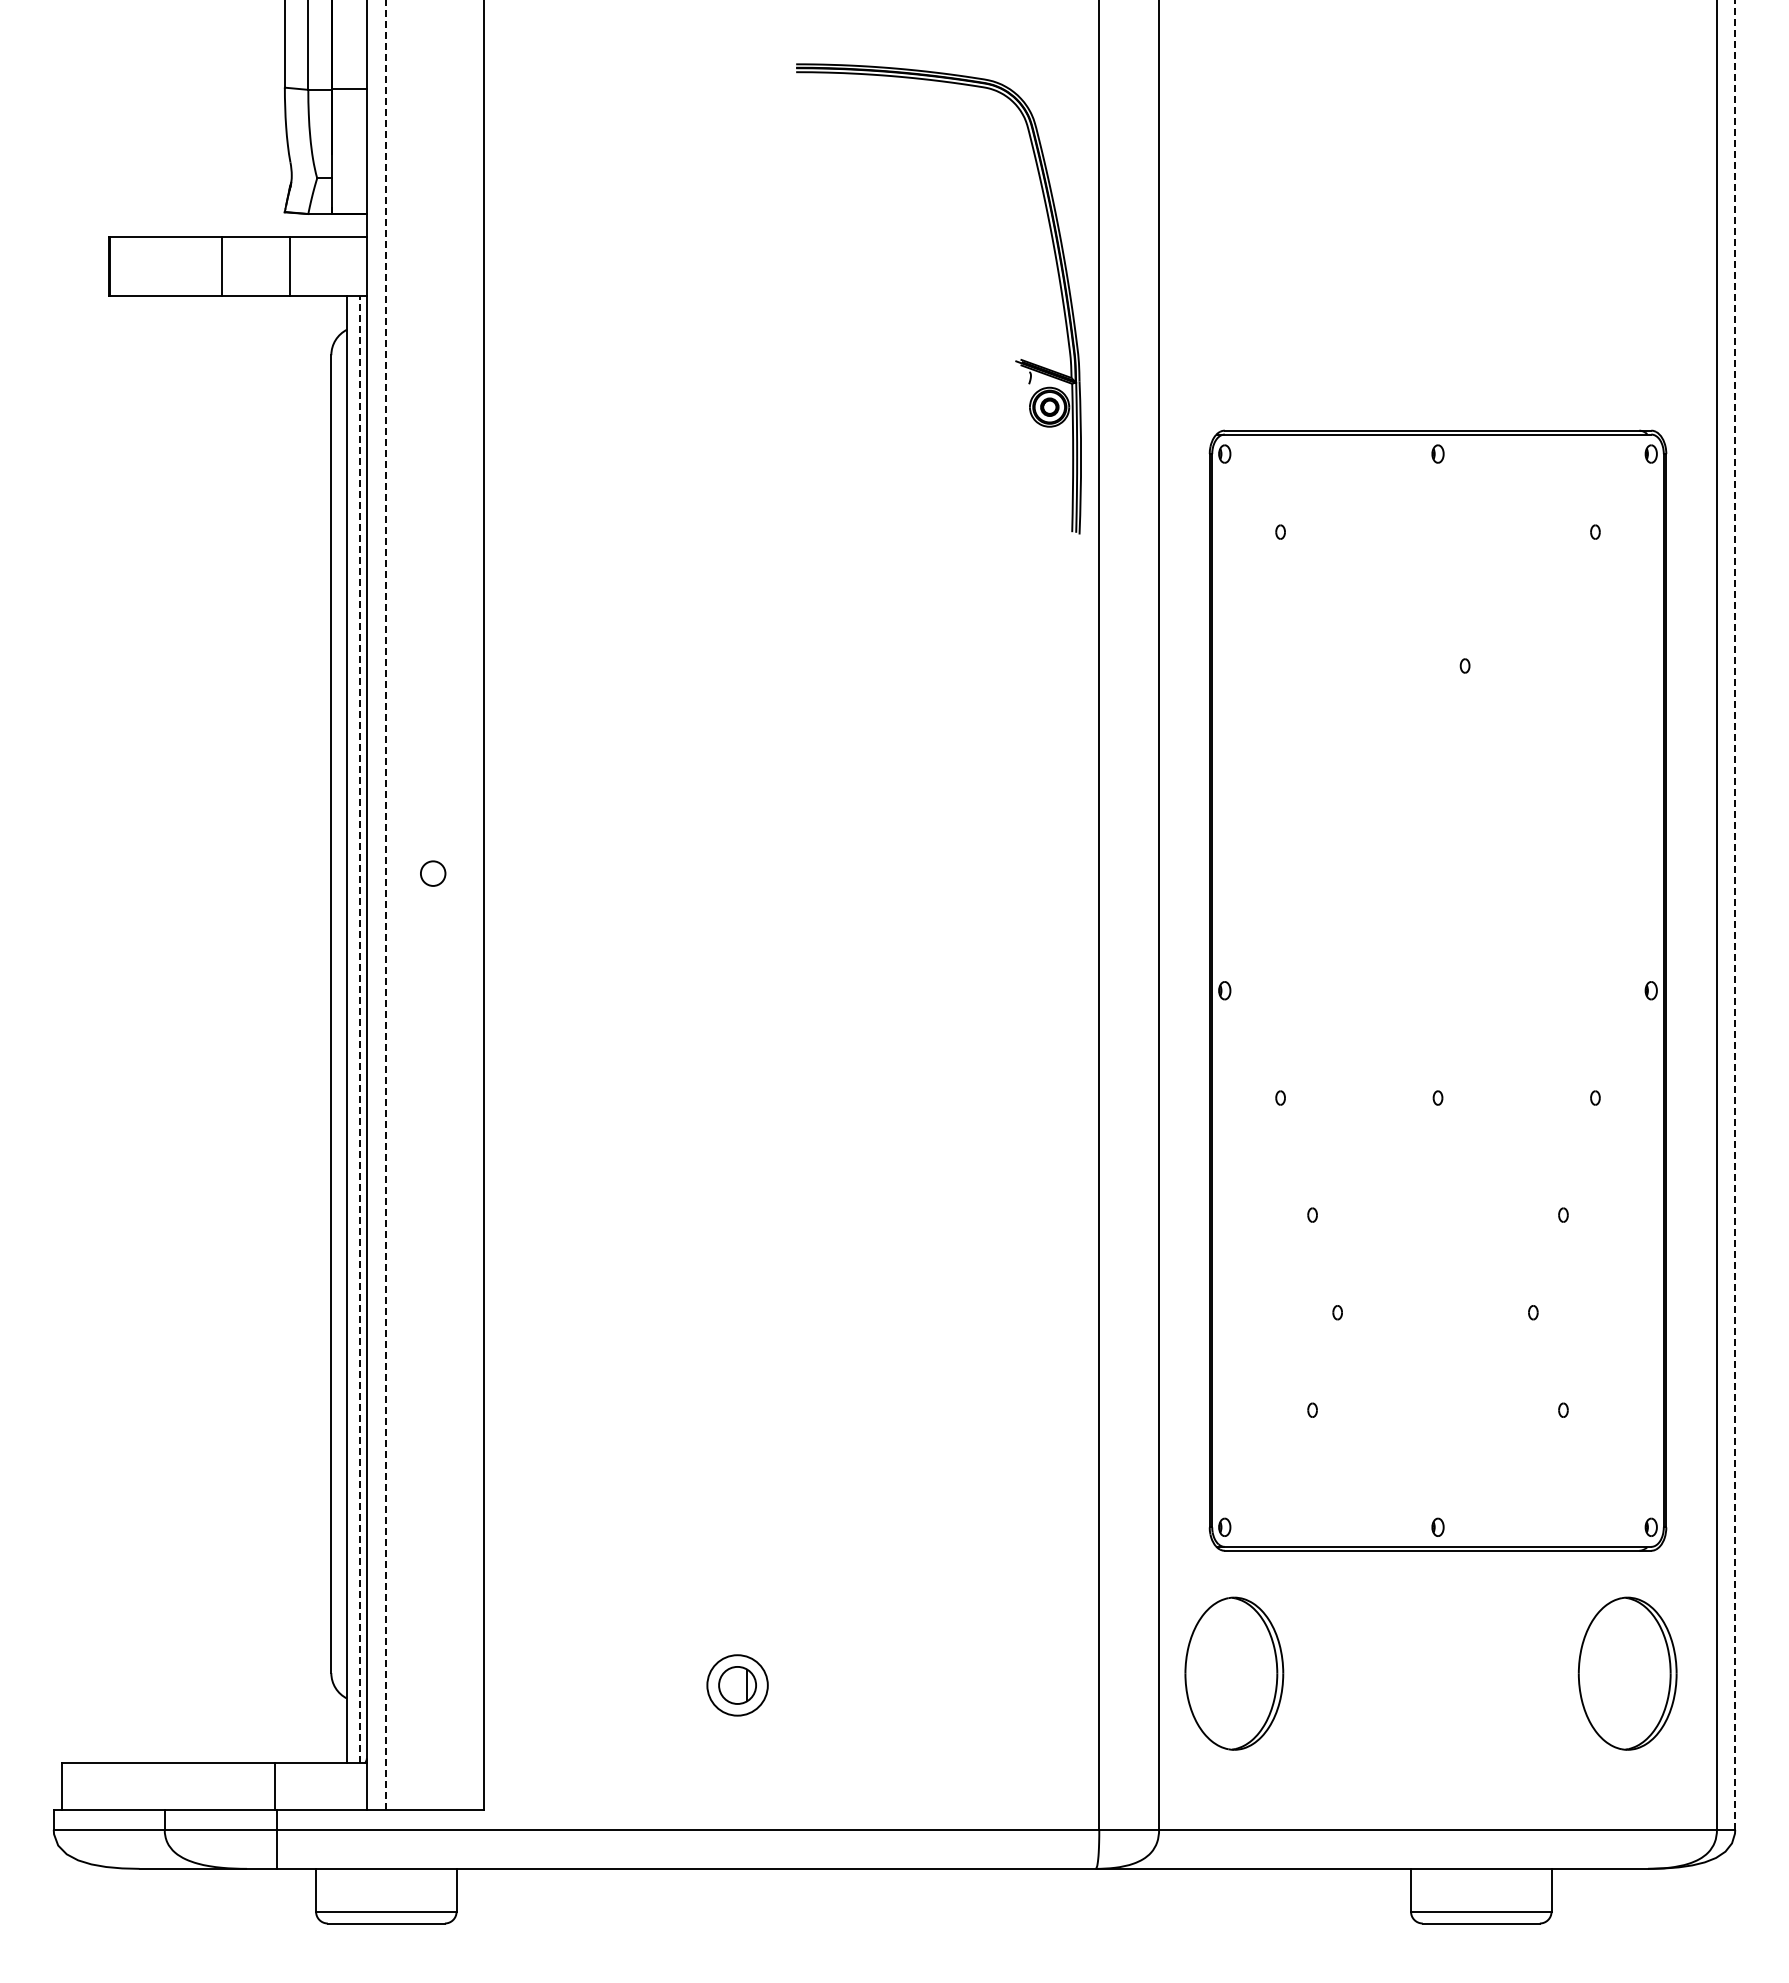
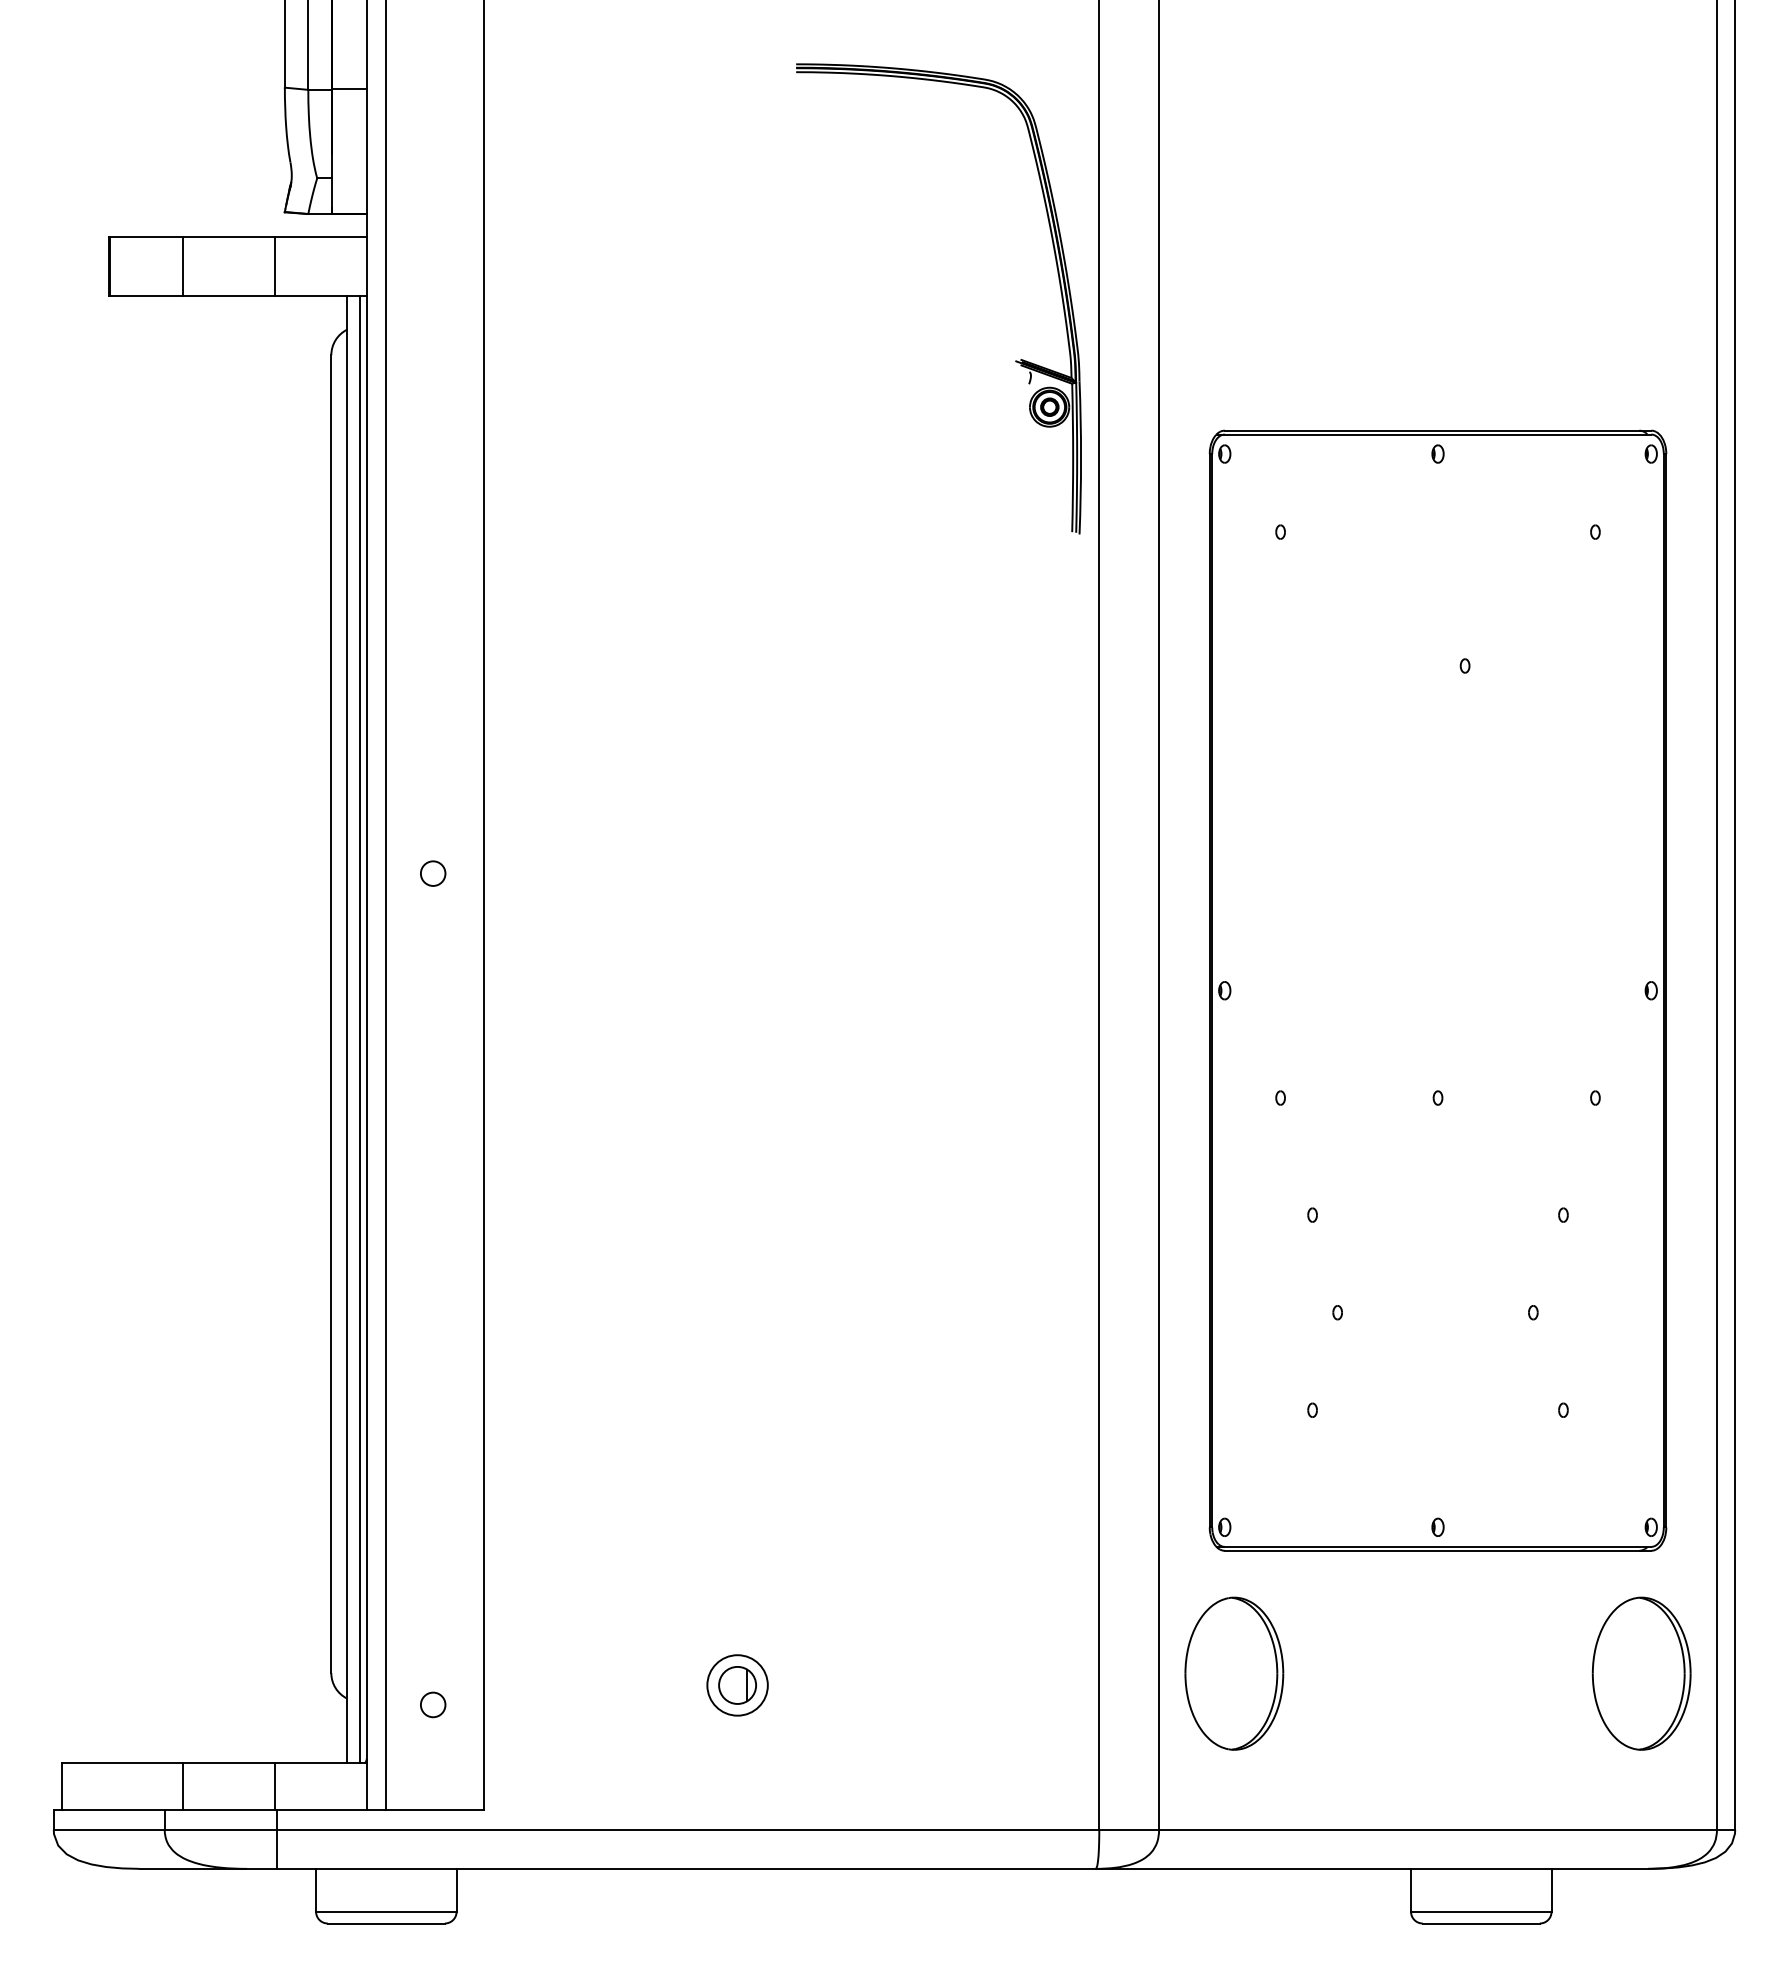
line at (221, 266) position: (221, 266) -> (182, 266)
line at (290, 266) position: (290, 266) -> (275, 266)
line at (386, 905): dashed -> solid
line at (1735, 914): dashed -> solid
line at (359, 1029): dashed -> solid
part at (1627, 1673) position: (1627, 1673) -> (1641, 1673)
part at (433, 1704): none -> present
line at (182, 1786): none -> present
